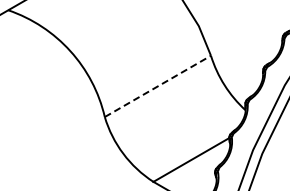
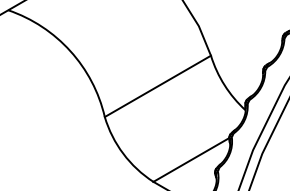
line at (158, 86): dashed -> solid
